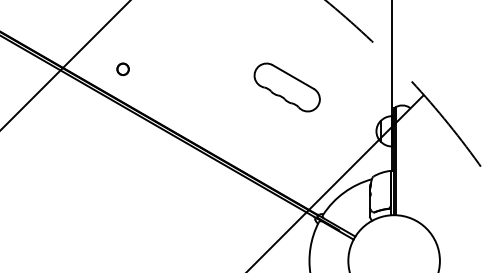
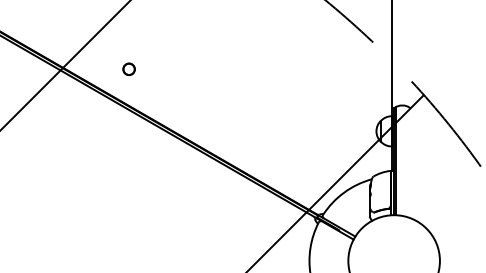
circle at (122, 68) position: (122, 68) -> (128, 68)
part at (286, 87): present -> none
